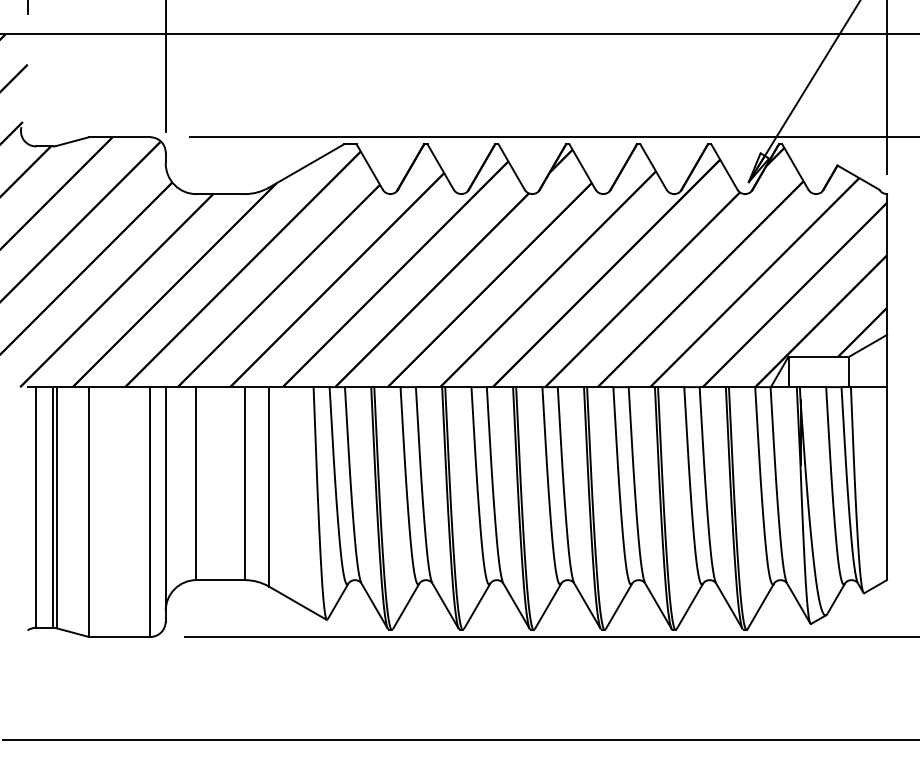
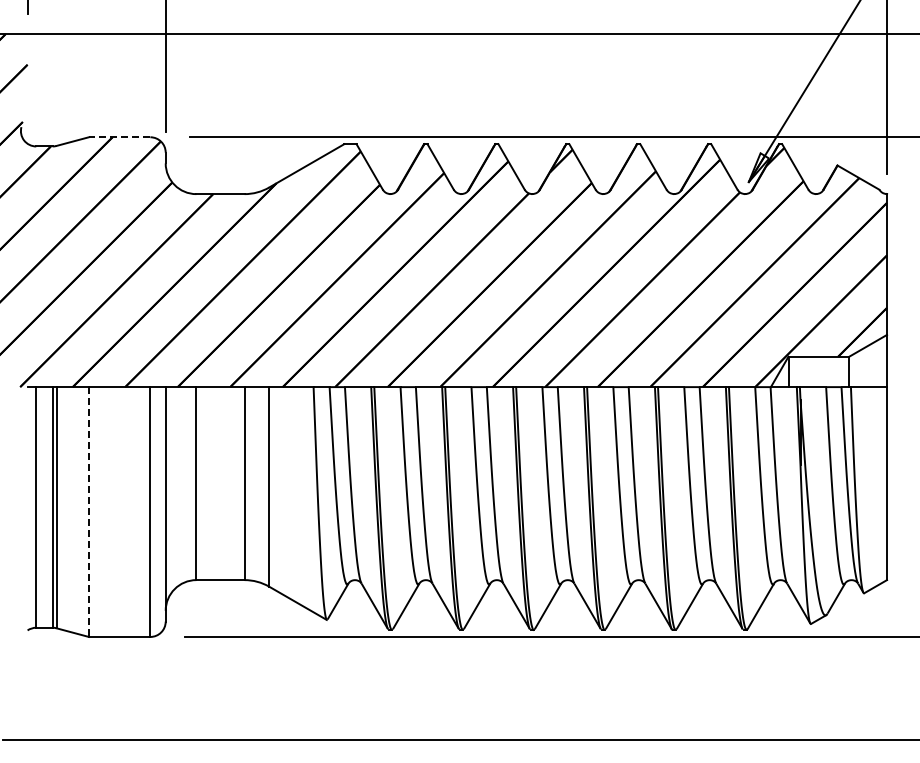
line at (119, 137): solid -> dashed
line at (88, 512): solid -> dashed
